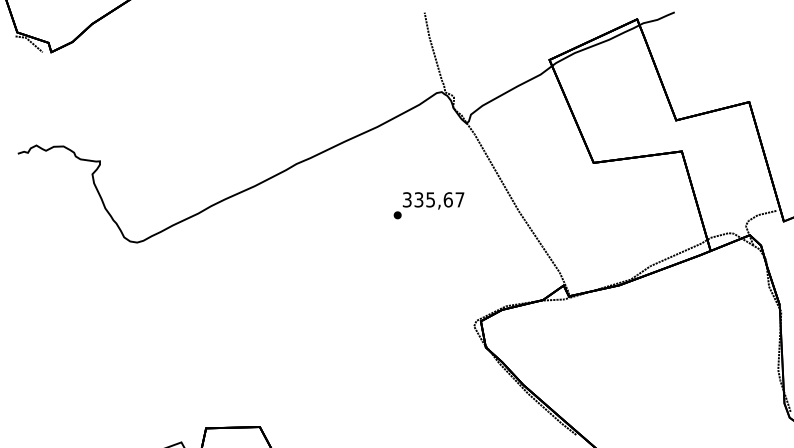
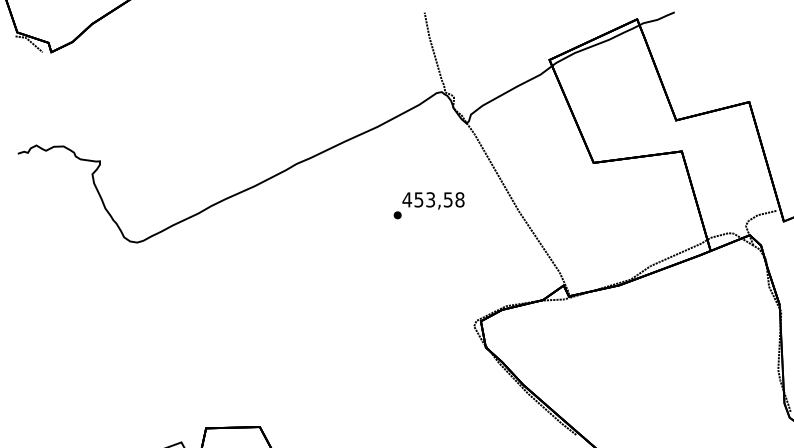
text at (433, 199): 335,67 -> 453,58
